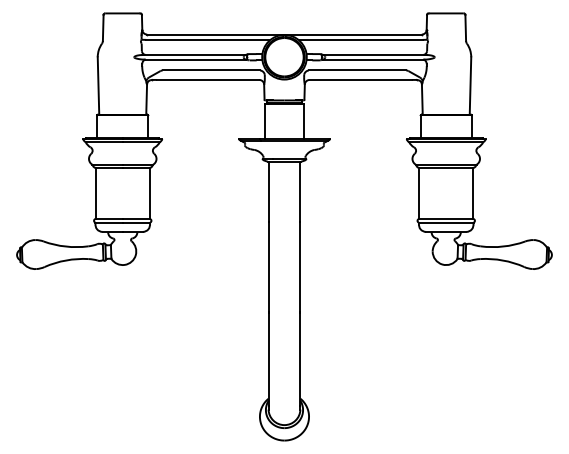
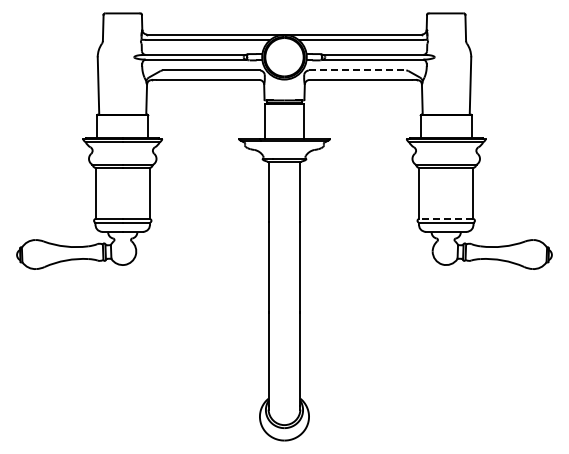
line at (357, 70): solid -> dashed
line at (445, 218): solid -> dashed
